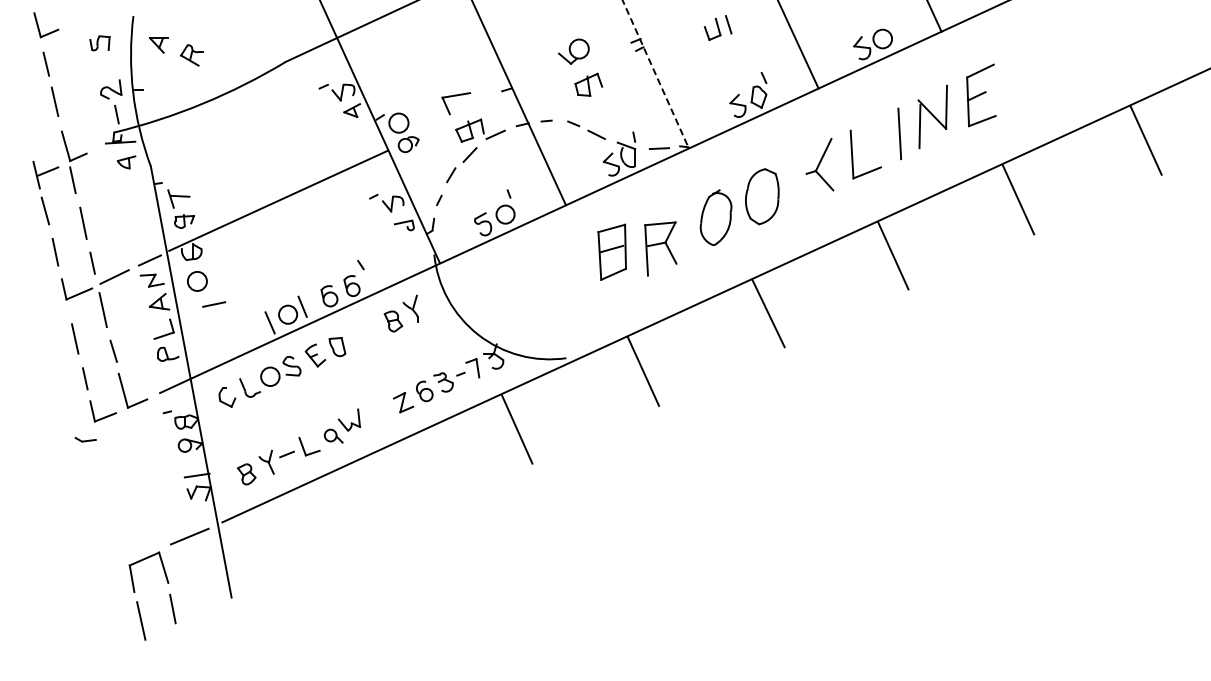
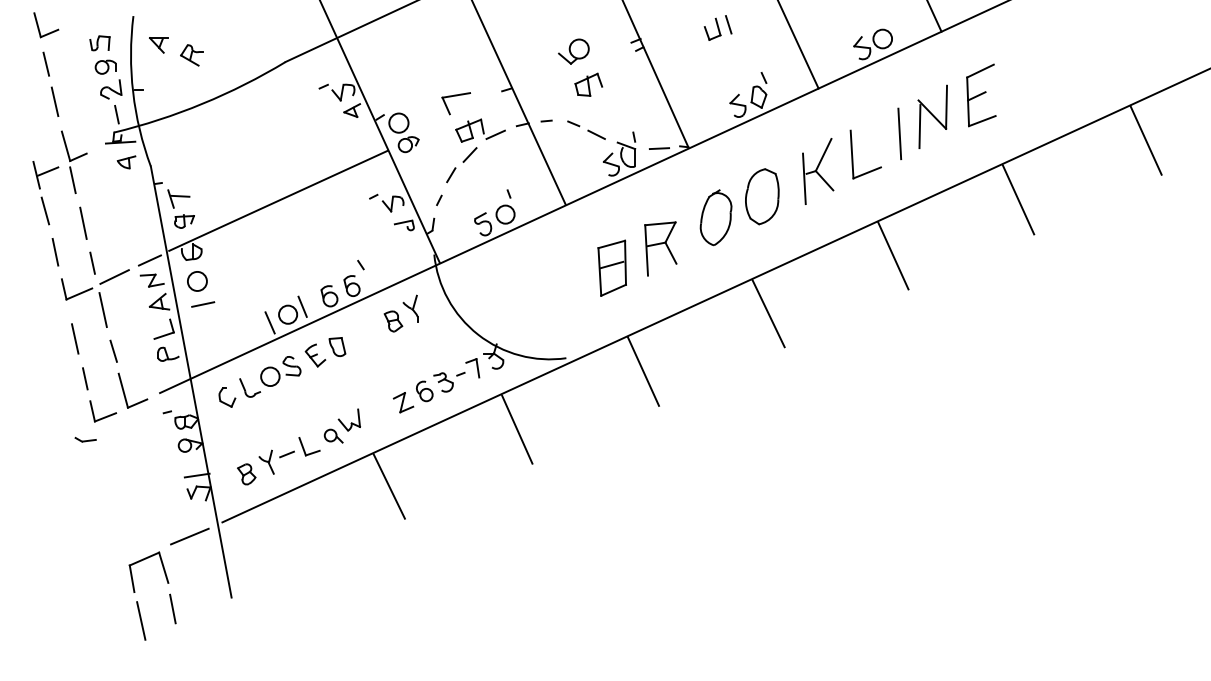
part at (105, 66): none -> present
line at (655, 74): dashed -> solid
line at (804, 178): none -> present
part at (611, 251) position: (611, 251) -> (611, 267)
line at (214, 304) position: (214, 304) -> (203, 304)
line at (388, 486): none -> present
